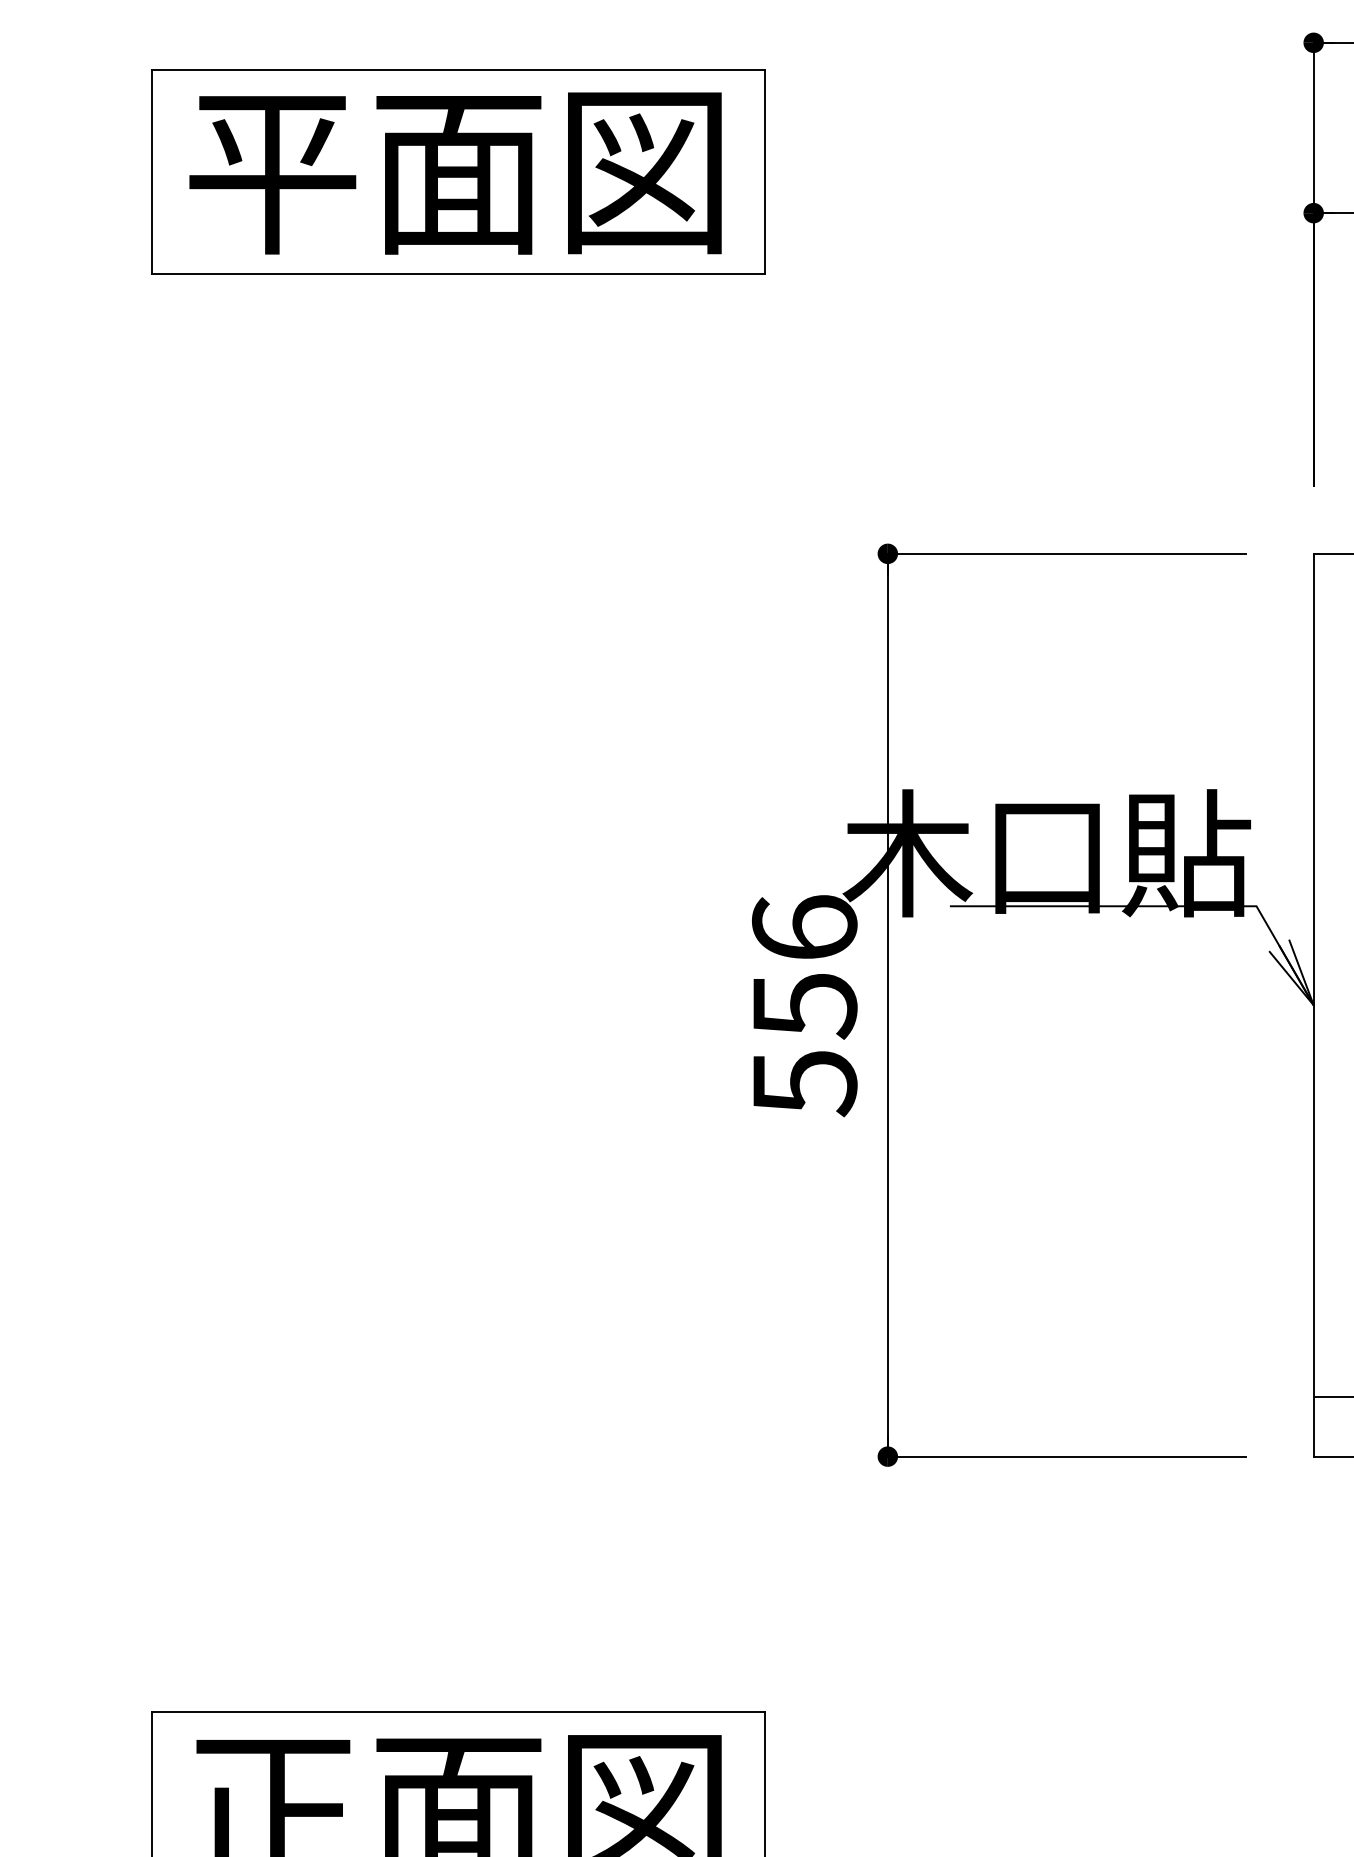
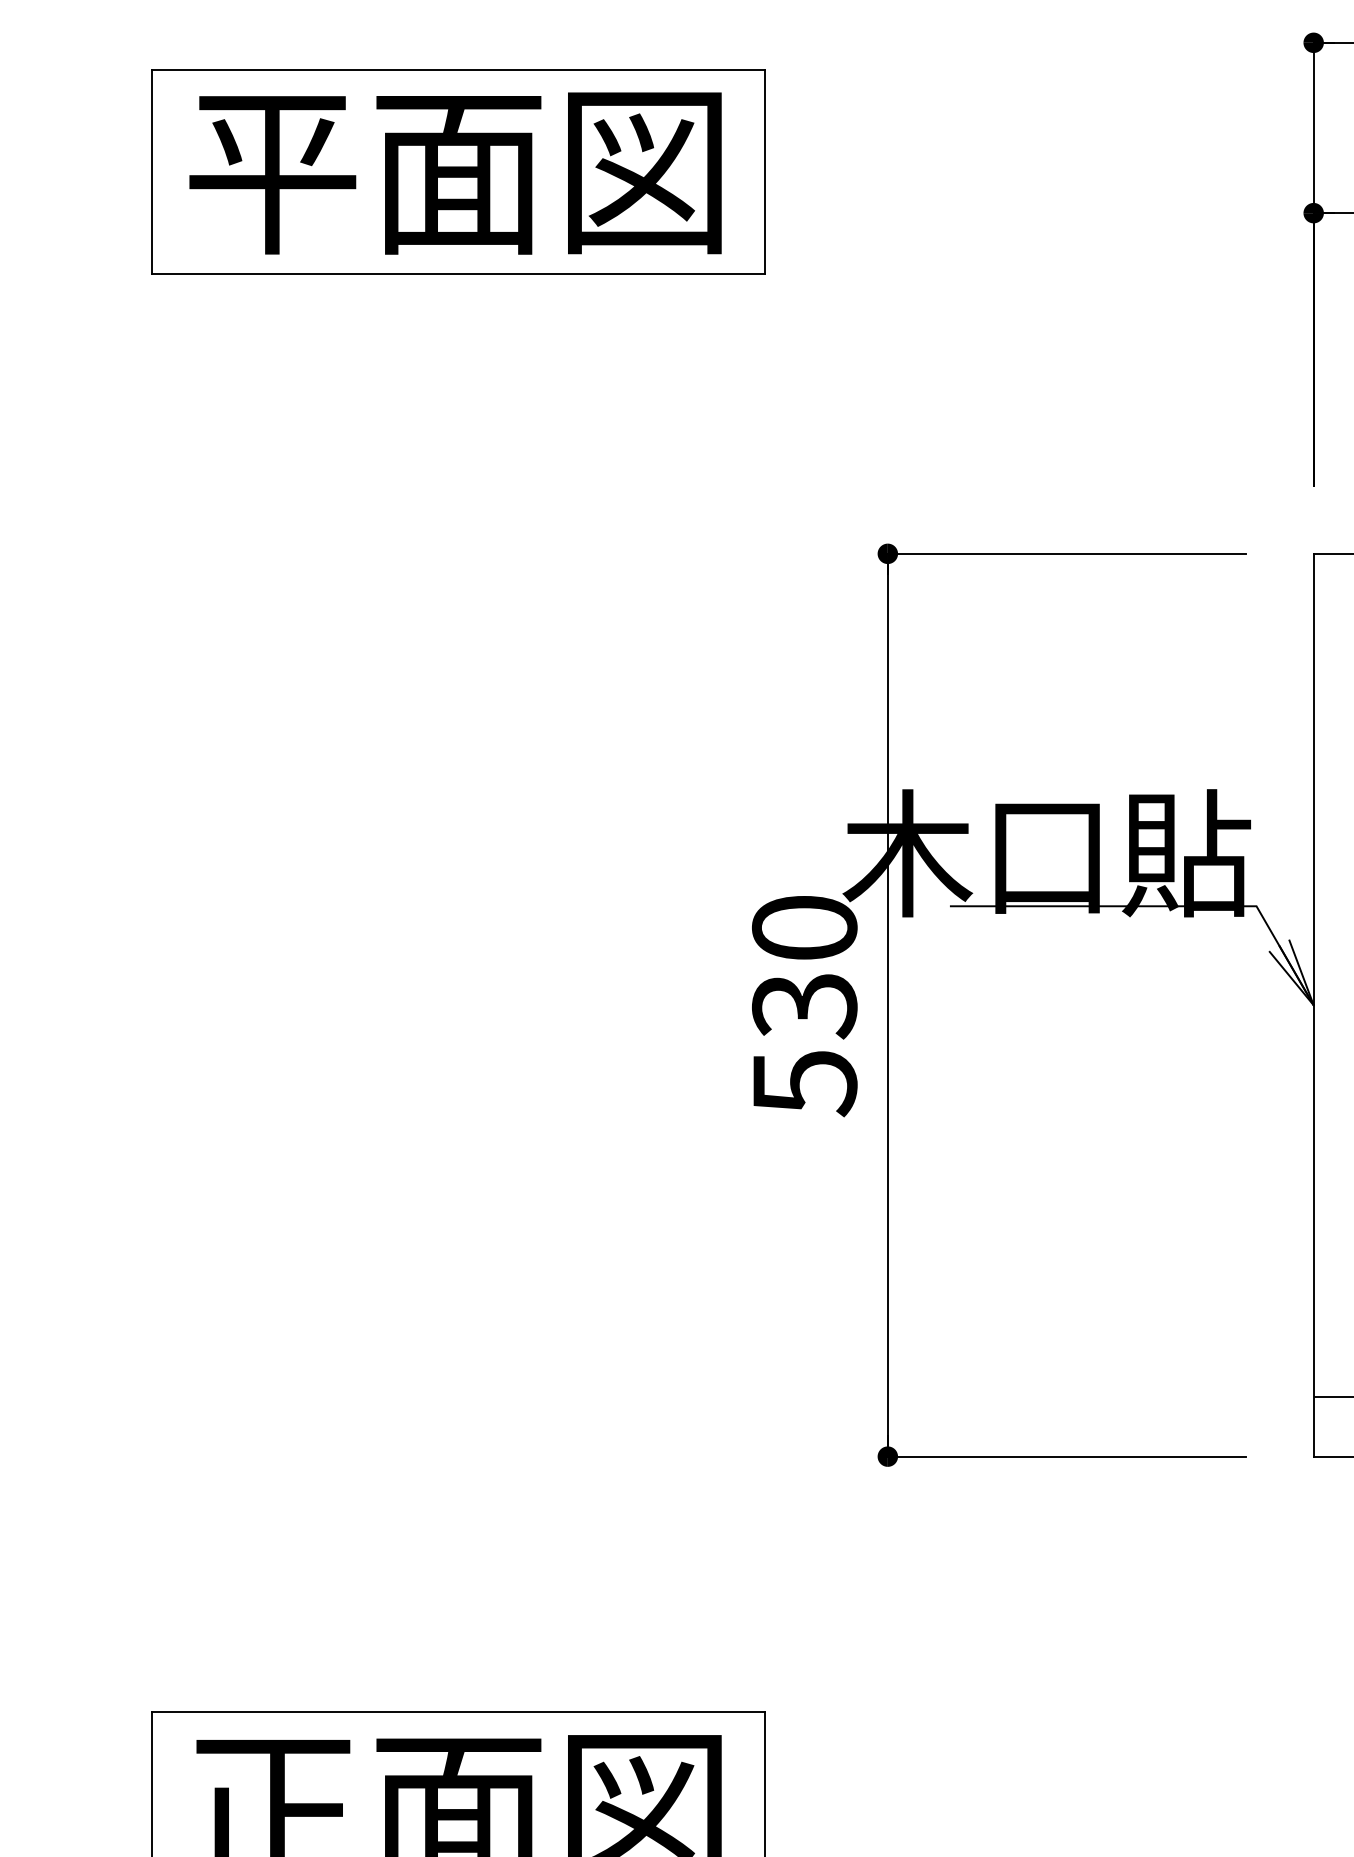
text at (804, 967): 556 -> 530
